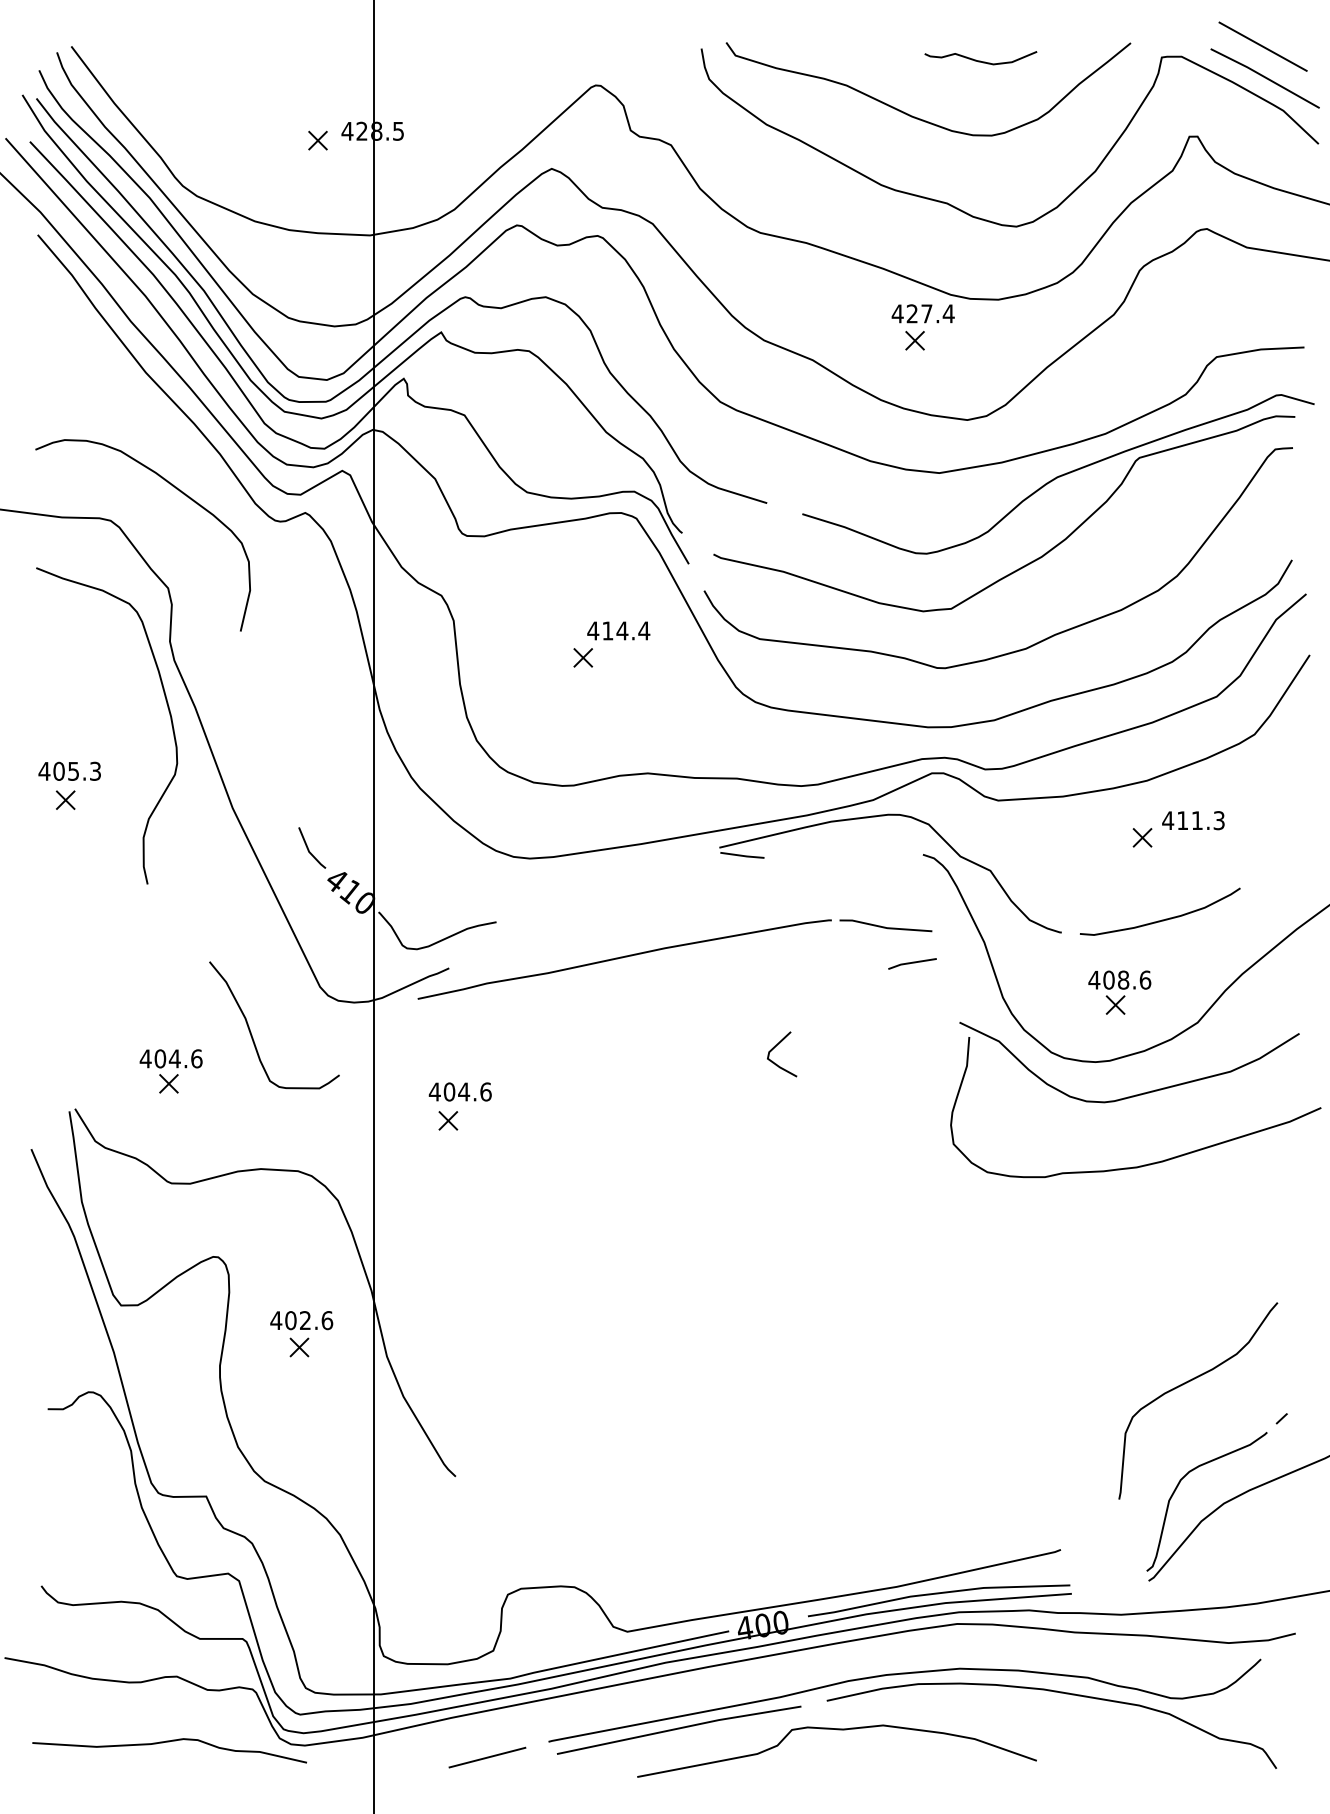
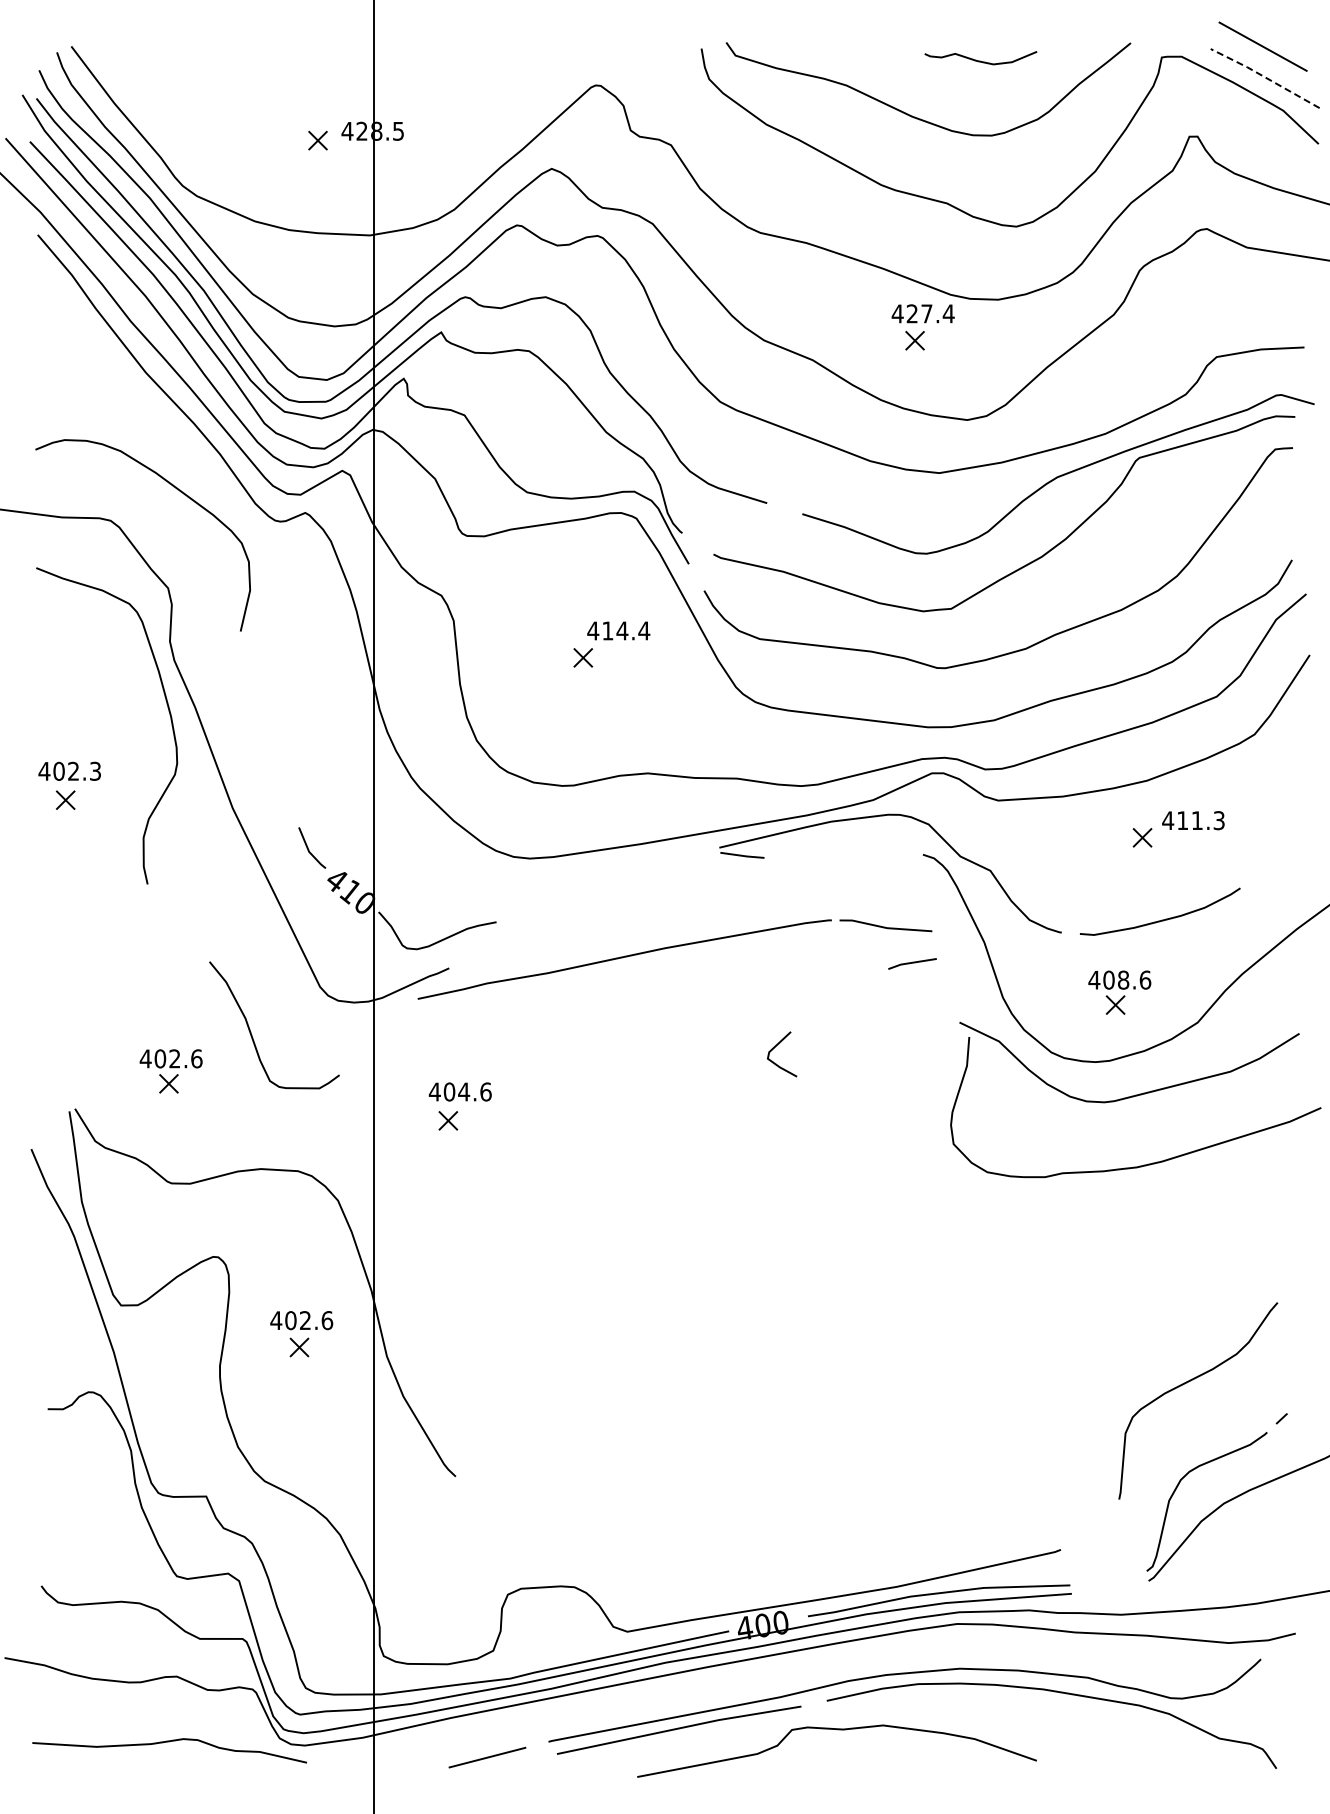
line at (1265, 77): solid -> dashed
text at (73, 770): 405.3 -> 402.3
text at (174, 1058): 404.6 -> 402.6
